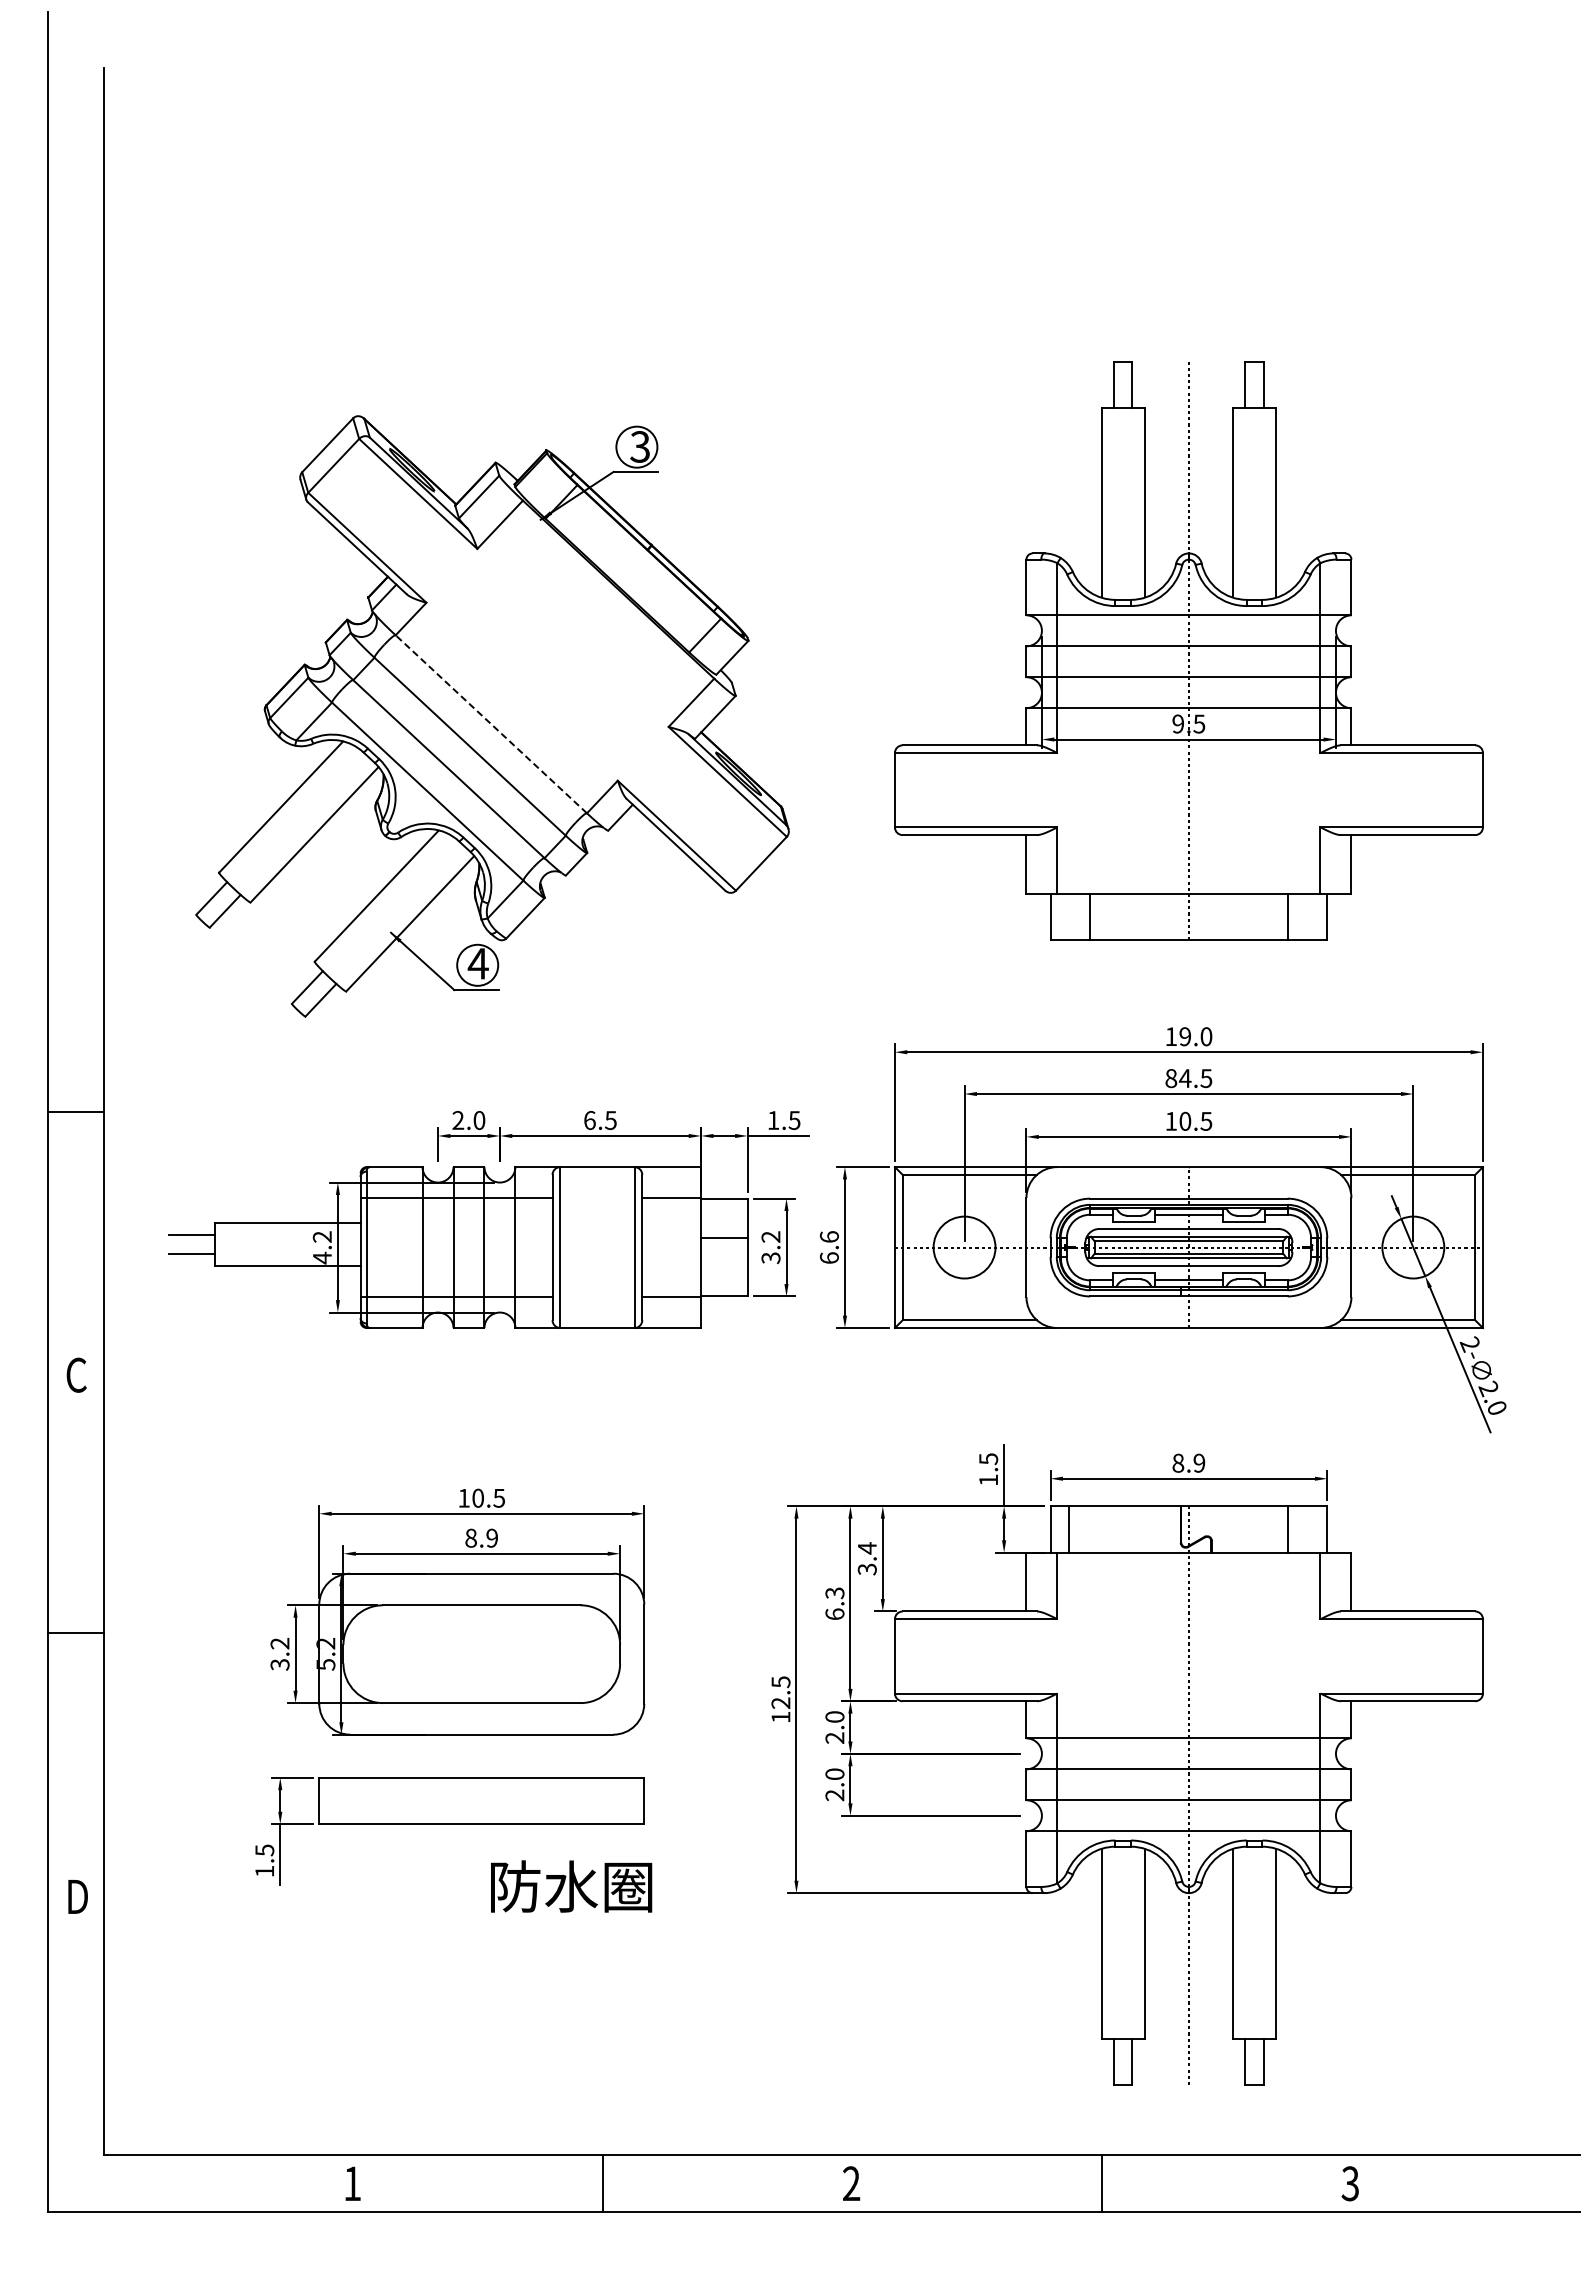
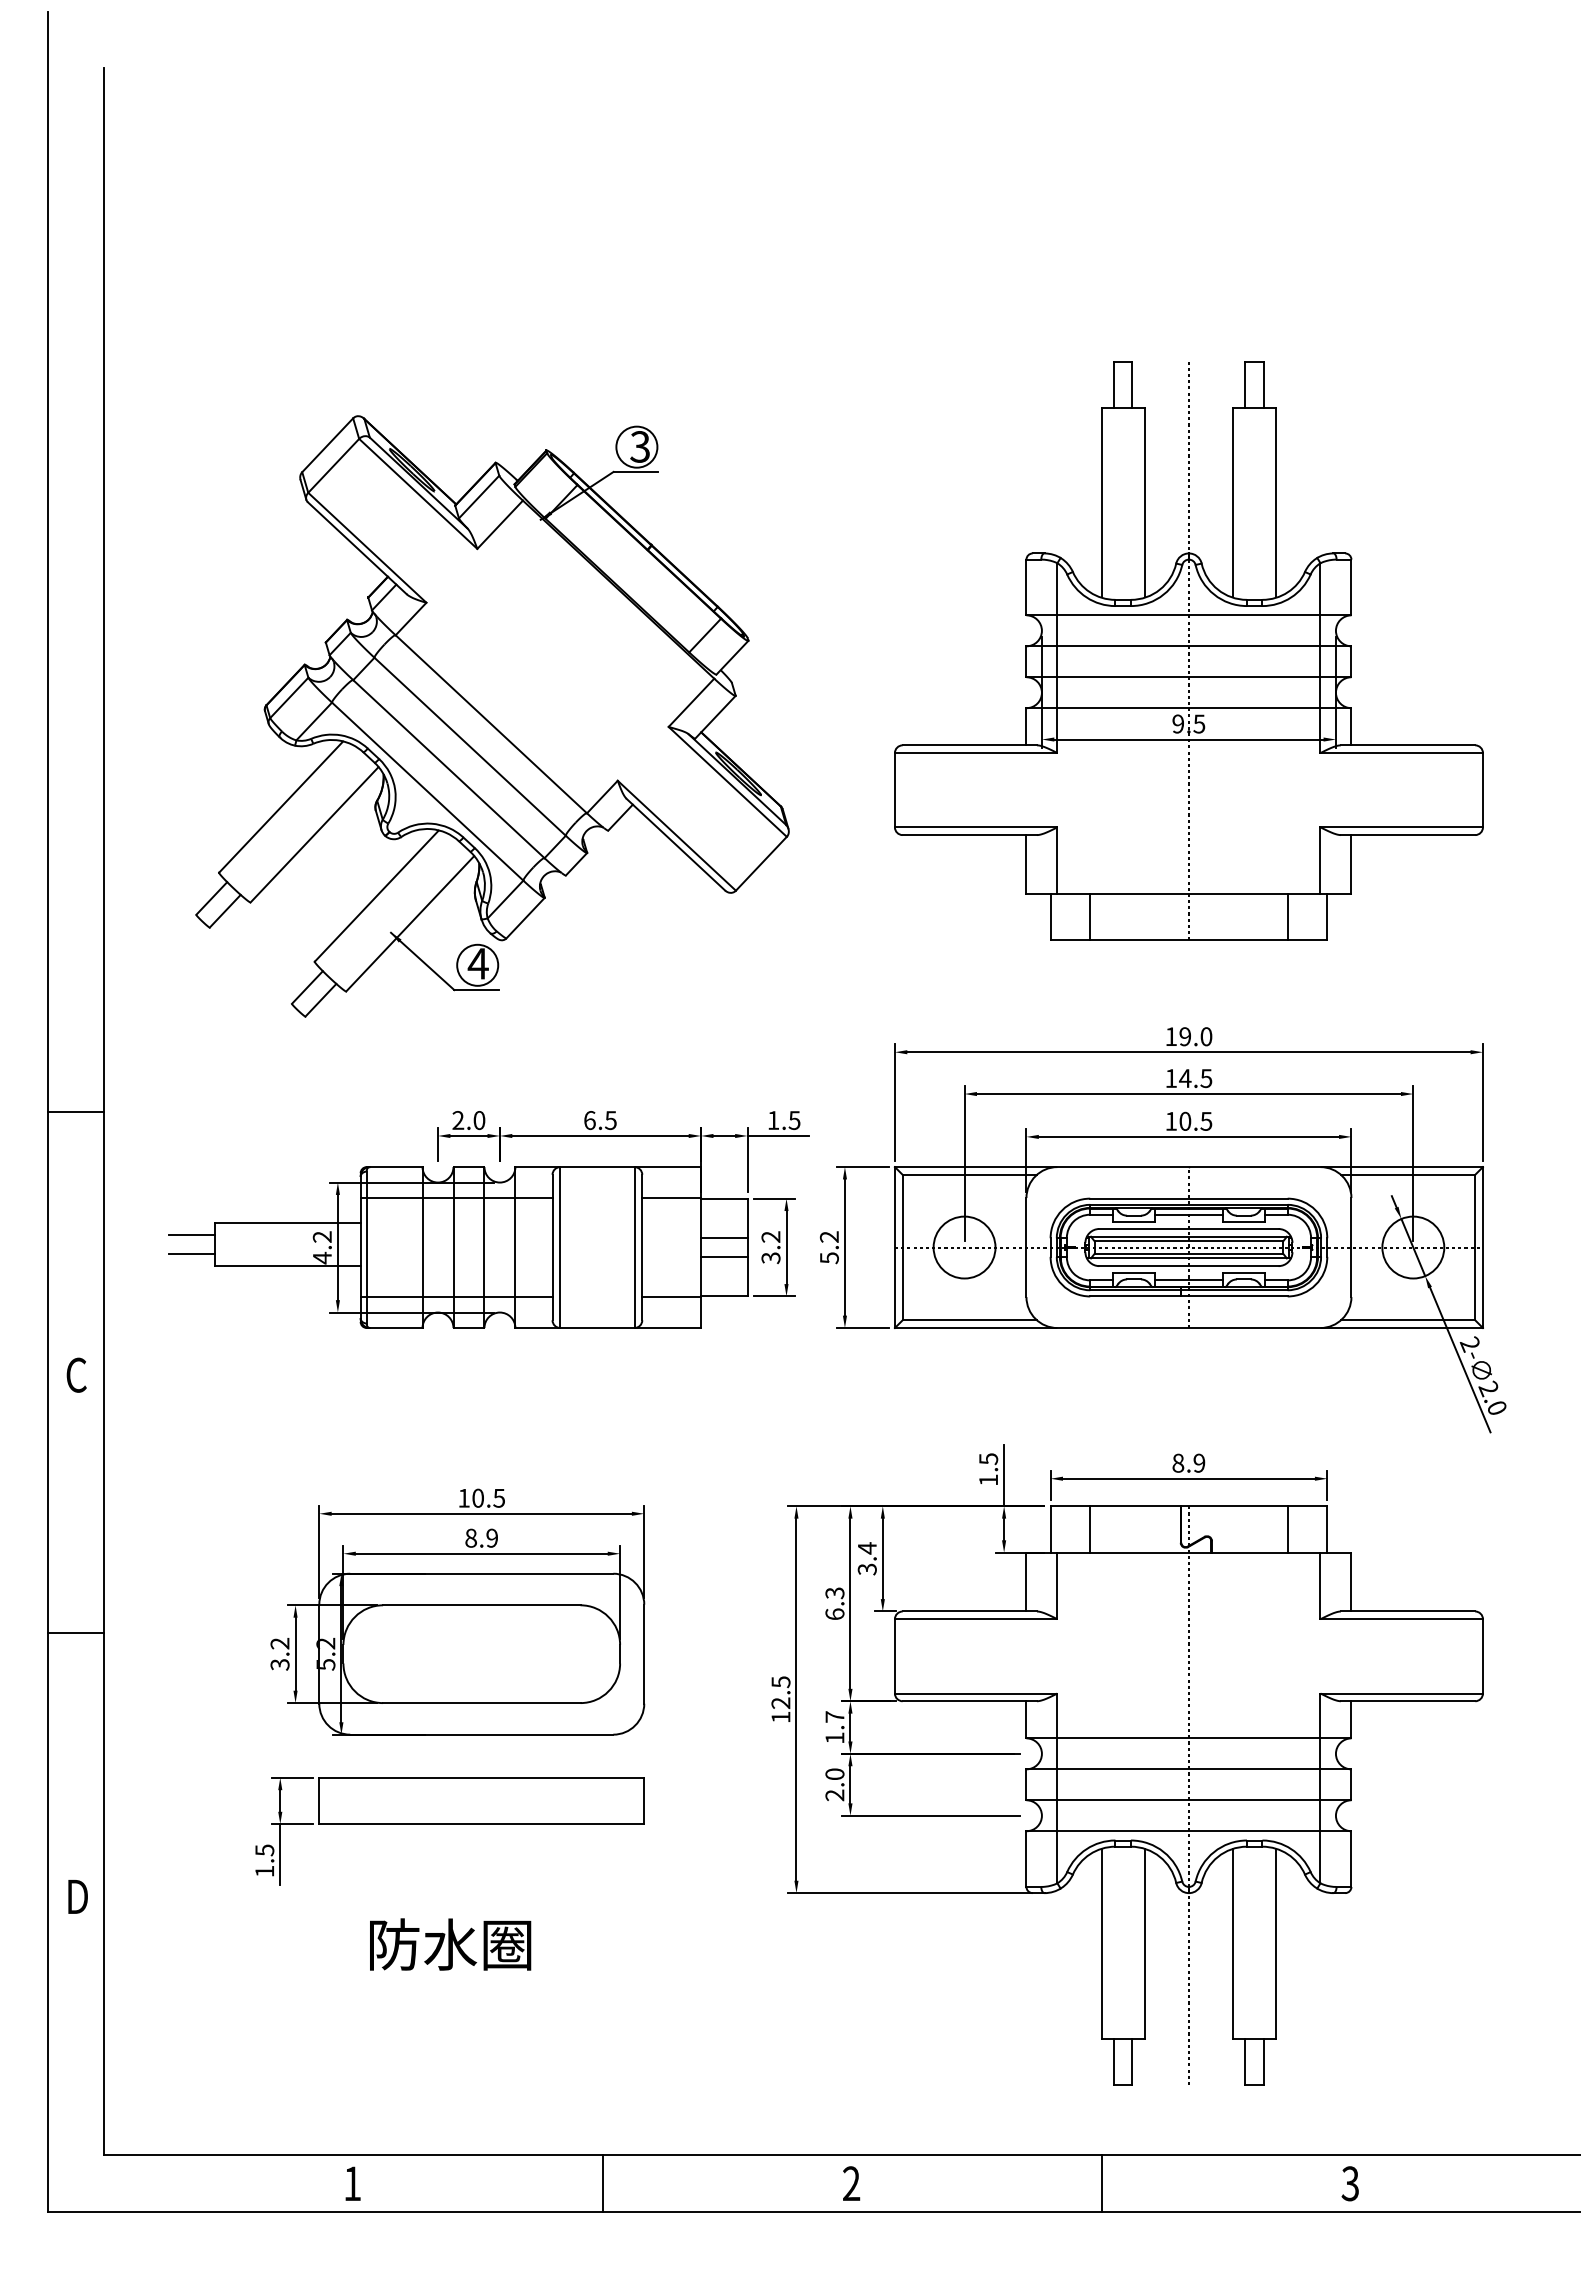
line at (491, 724): dashed -> solid
text at (1171, 1078): 84.5 -> 14.5
text at (828, 1247): 6.6 -> 5.2
line at (724, 1256): none -> present
line at (1069, 1529) position: (1069, 1529) -> (1090, 1529)
text at (834, 1727): 2.0 -> 1.7
text at (571, 1886) position: (571, 1886) -> (450, 1944)
